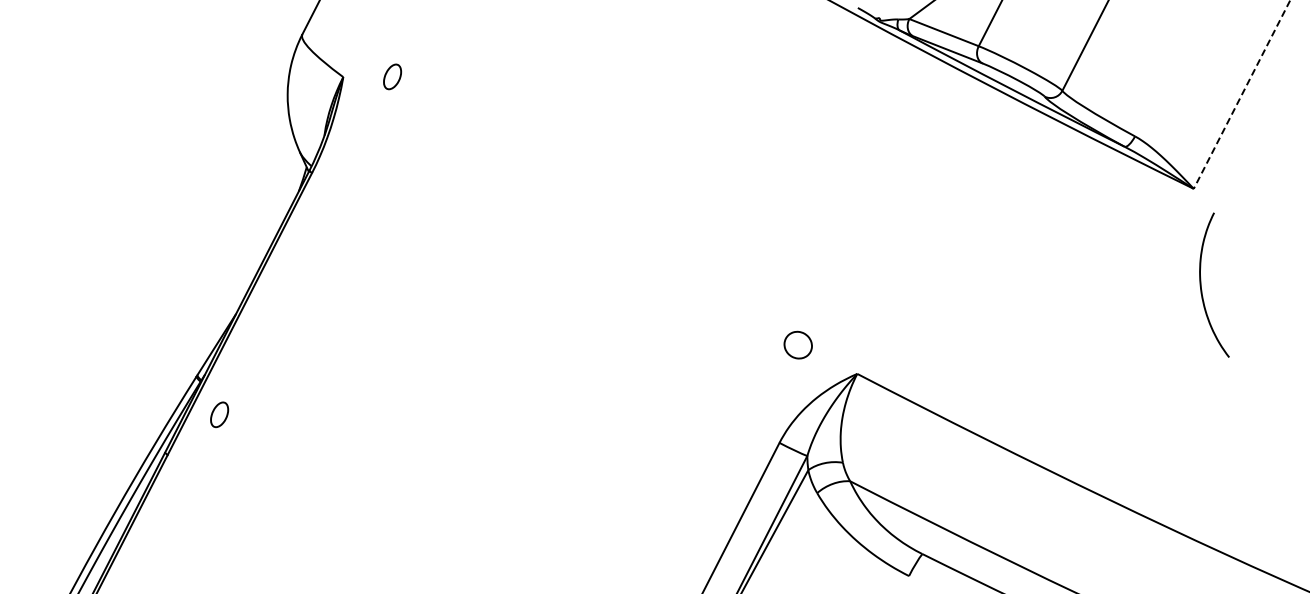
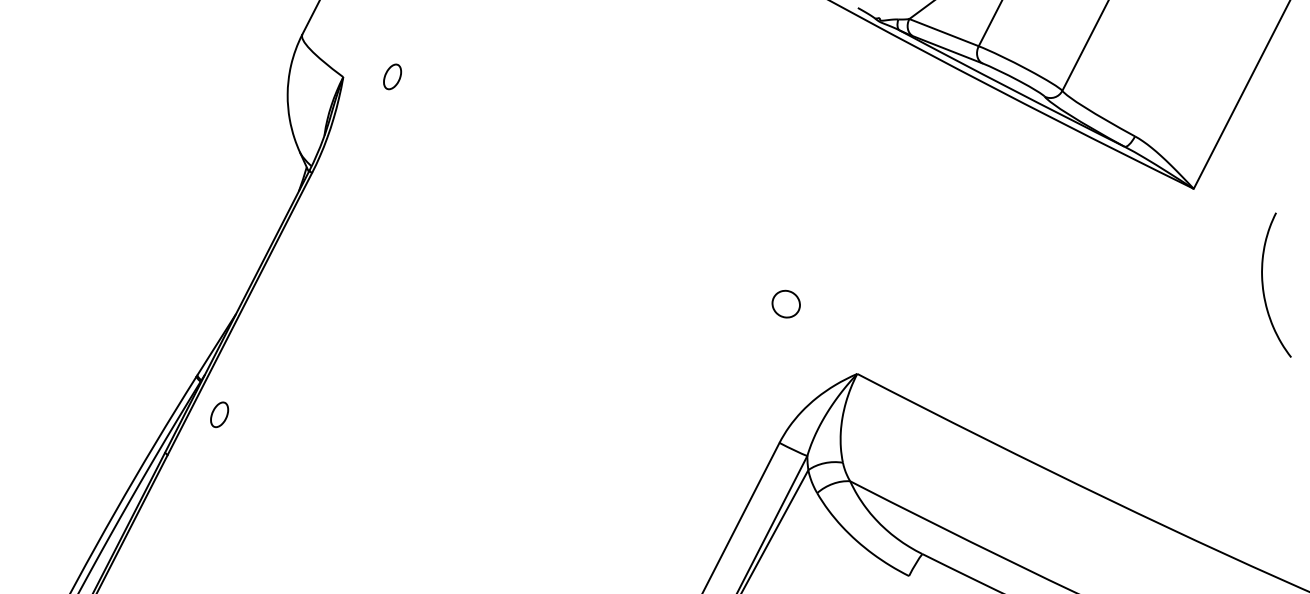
line at (1242, 94): dashed -> solid
curve at (1201, 284) position: (1201, 284) -> (1263, 284)
part at (797, 344) position: (797, 344) -> (785, 303)
